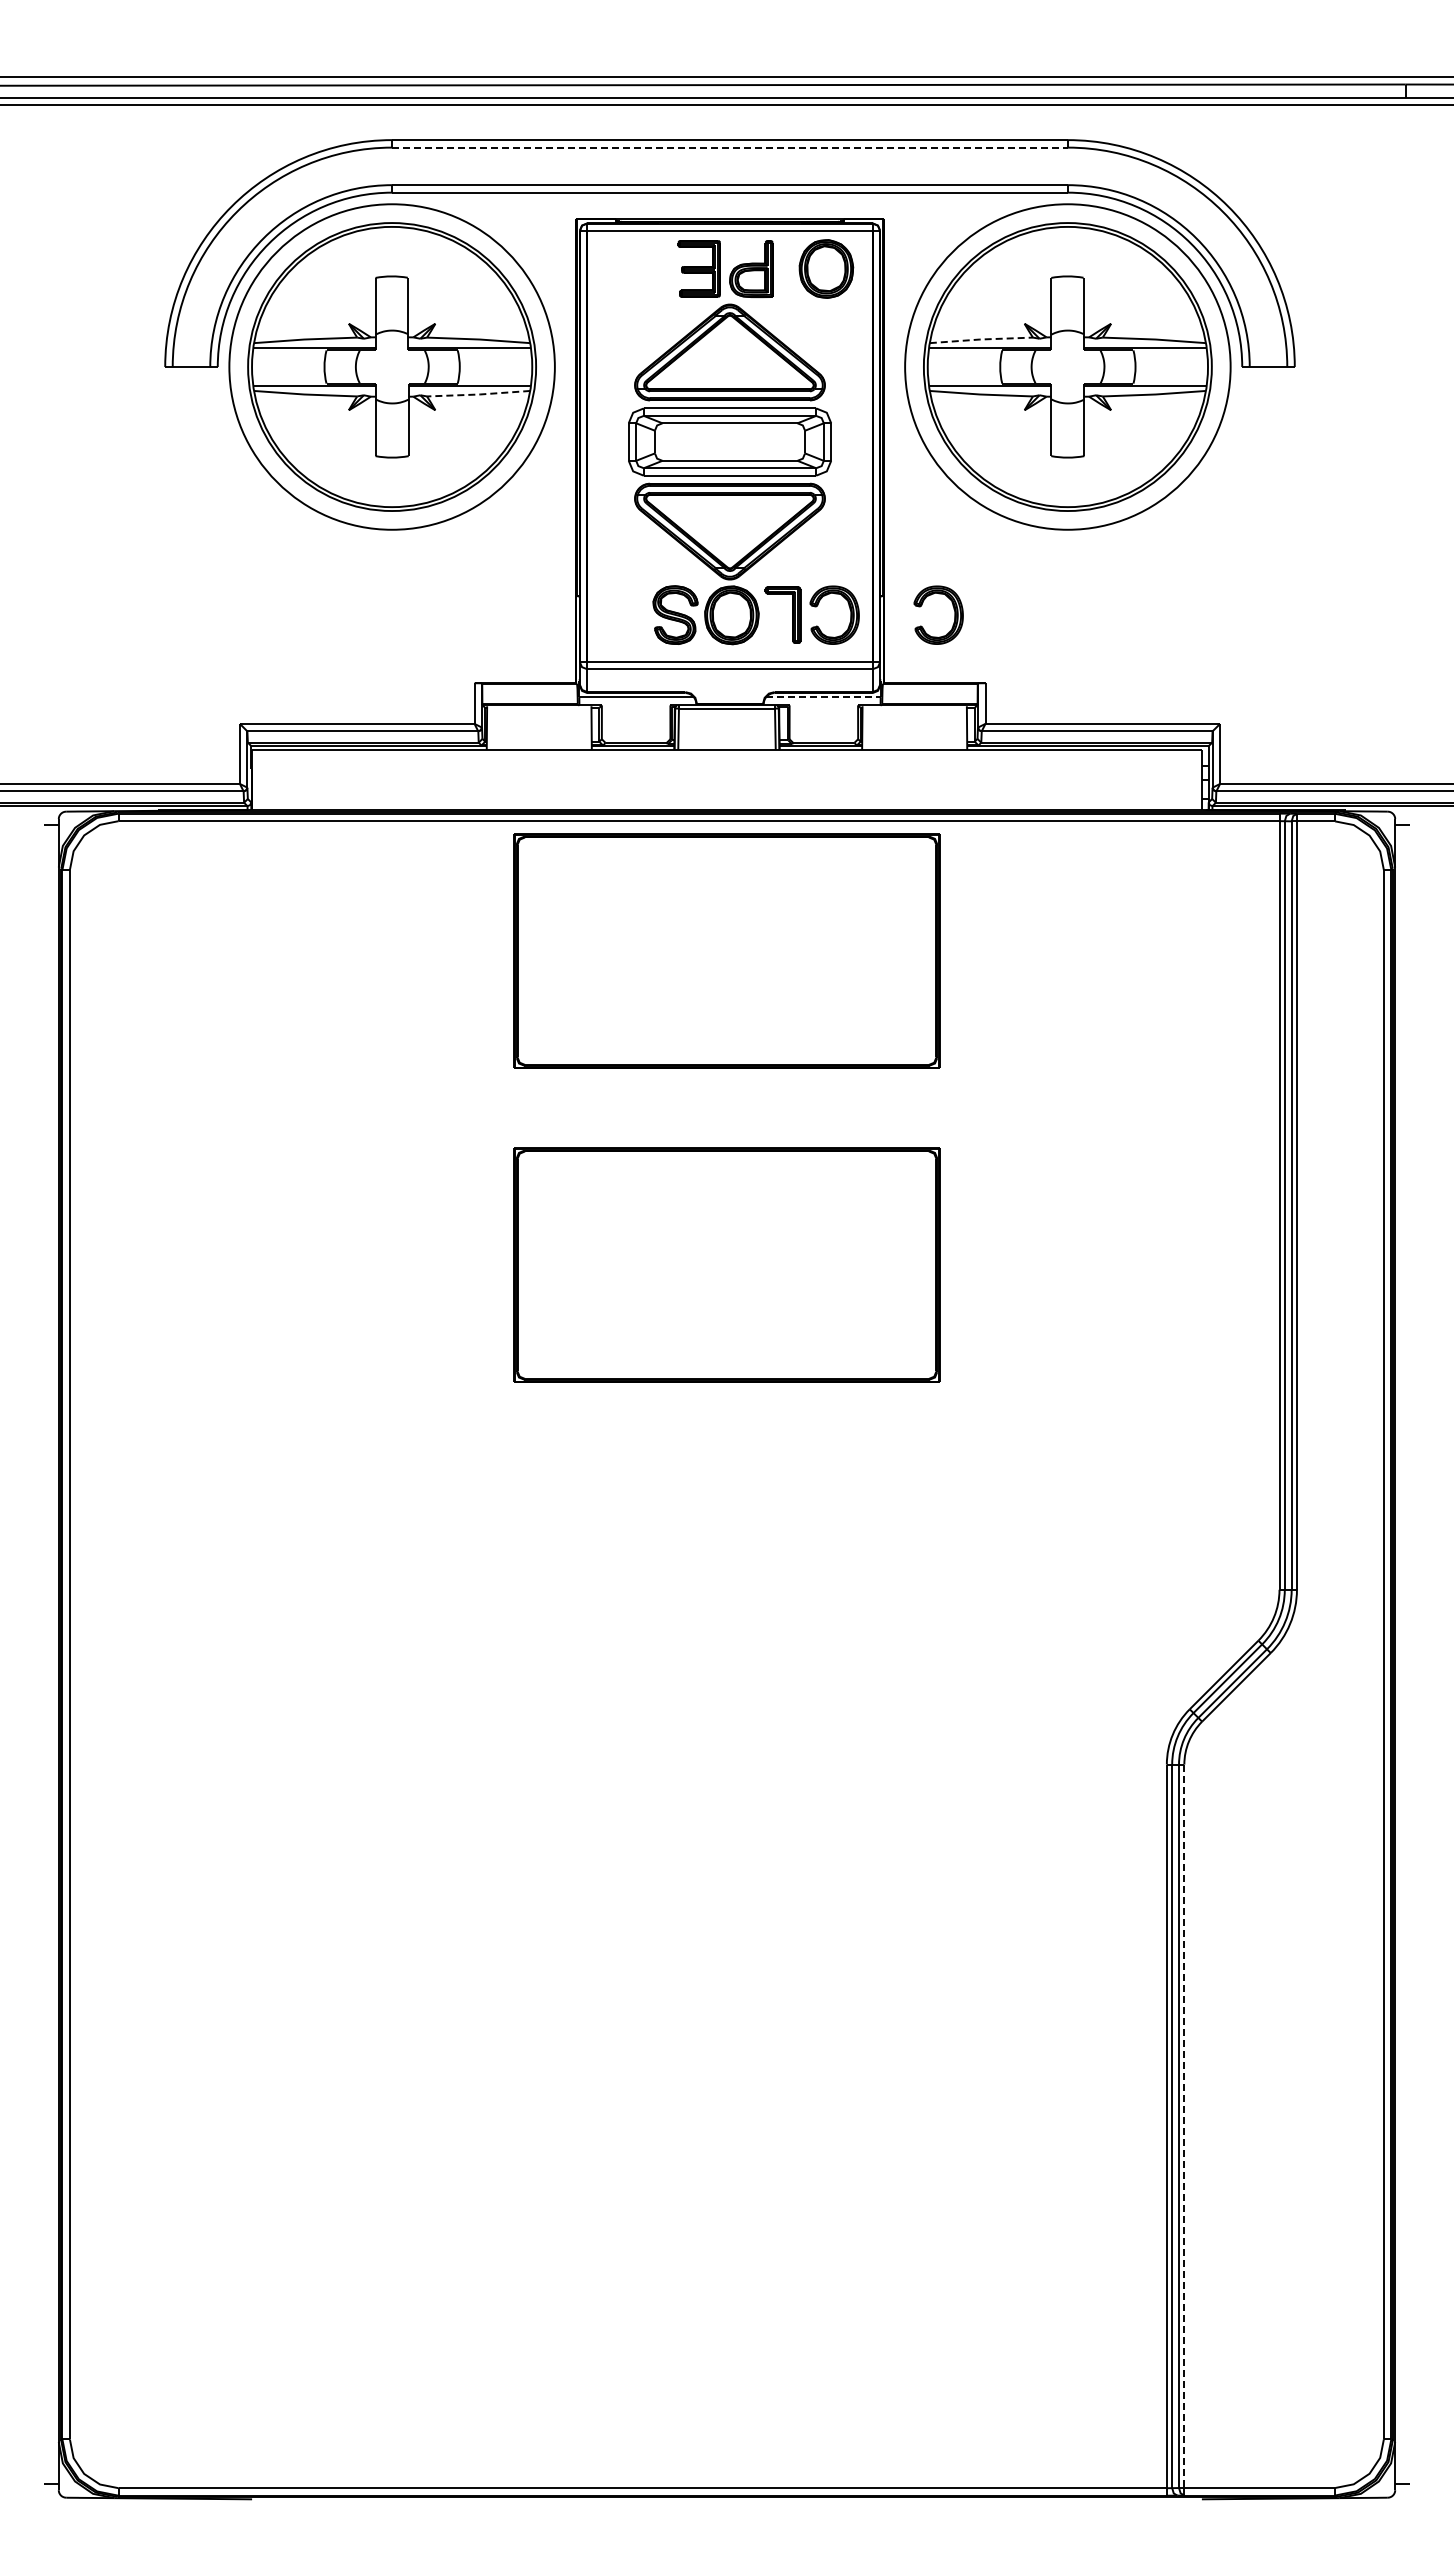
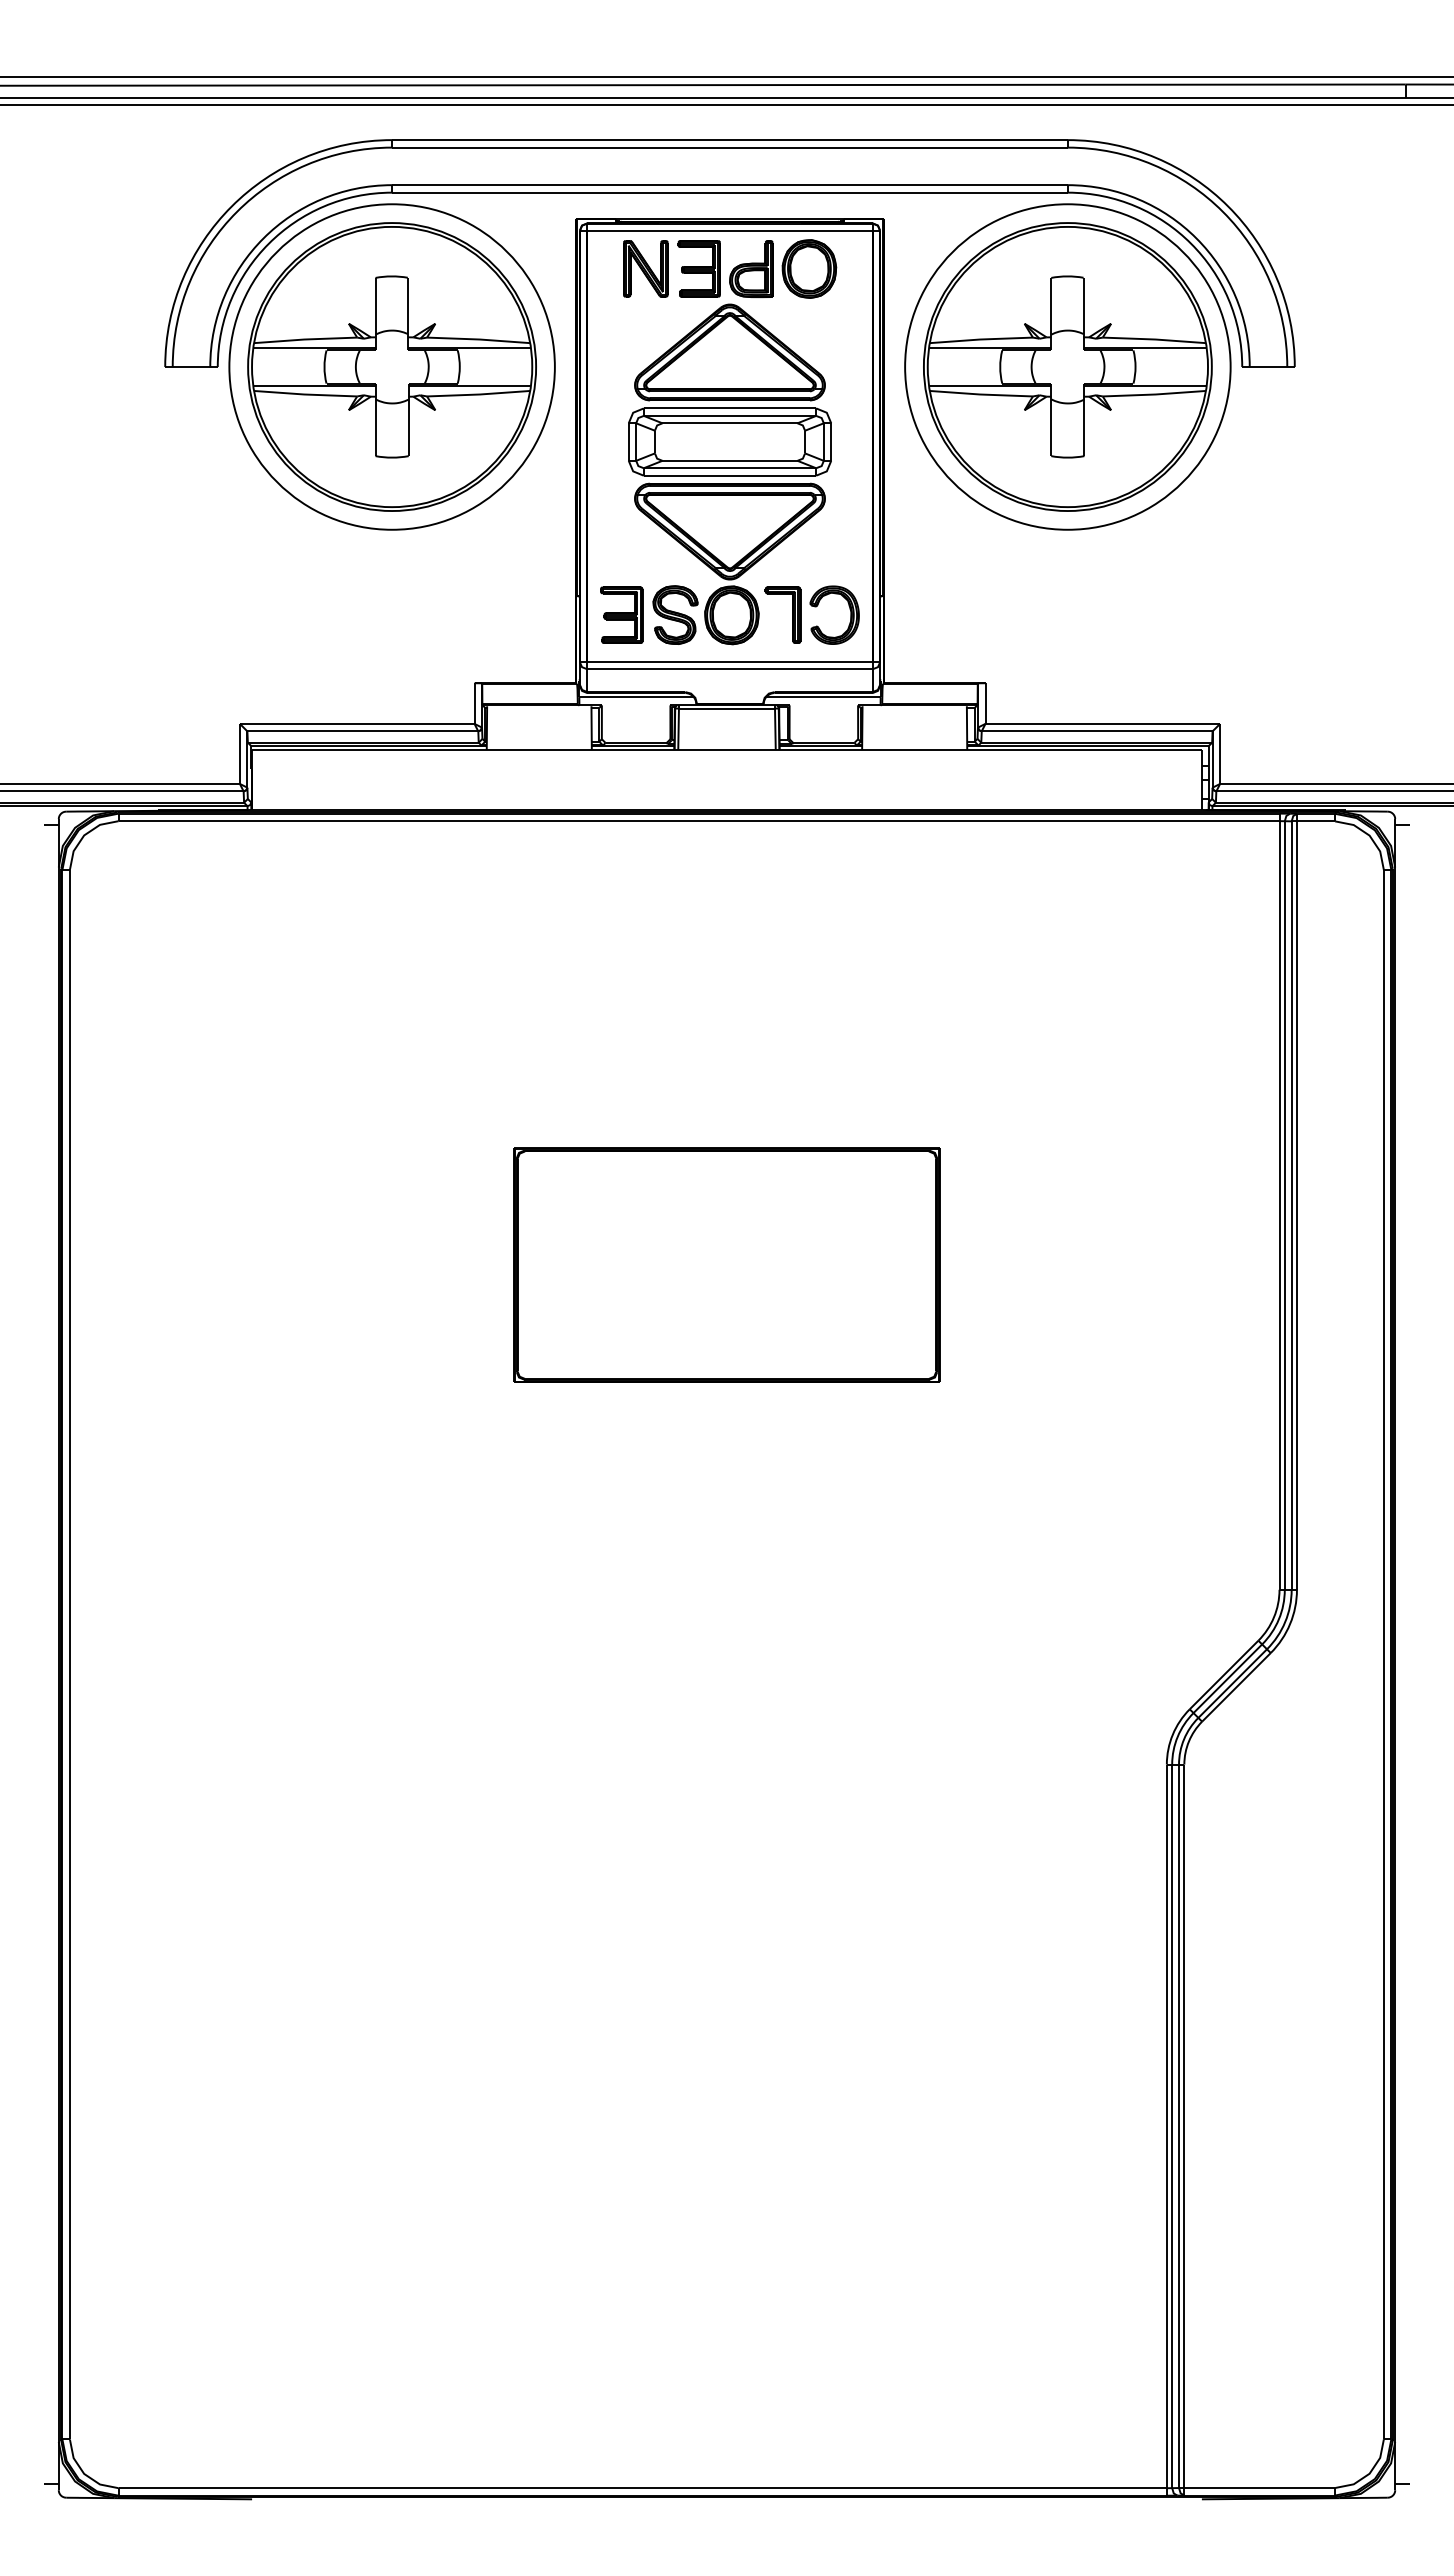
line at (729, 147): dashed -> solid
part at (645, 268): none -> present
part at (826, 268) position: (826, 268) -> (809, 268)
line at (980, 339): dashed -> solid
line at (479, 394): dashed -> solid
part at (953, 609): present -> none
part at (621, 614): none -> present
line at (823, 697): dashed -> solid
part at (726, 950): present -> none
line at (1184, 2126): dashed -> solid
